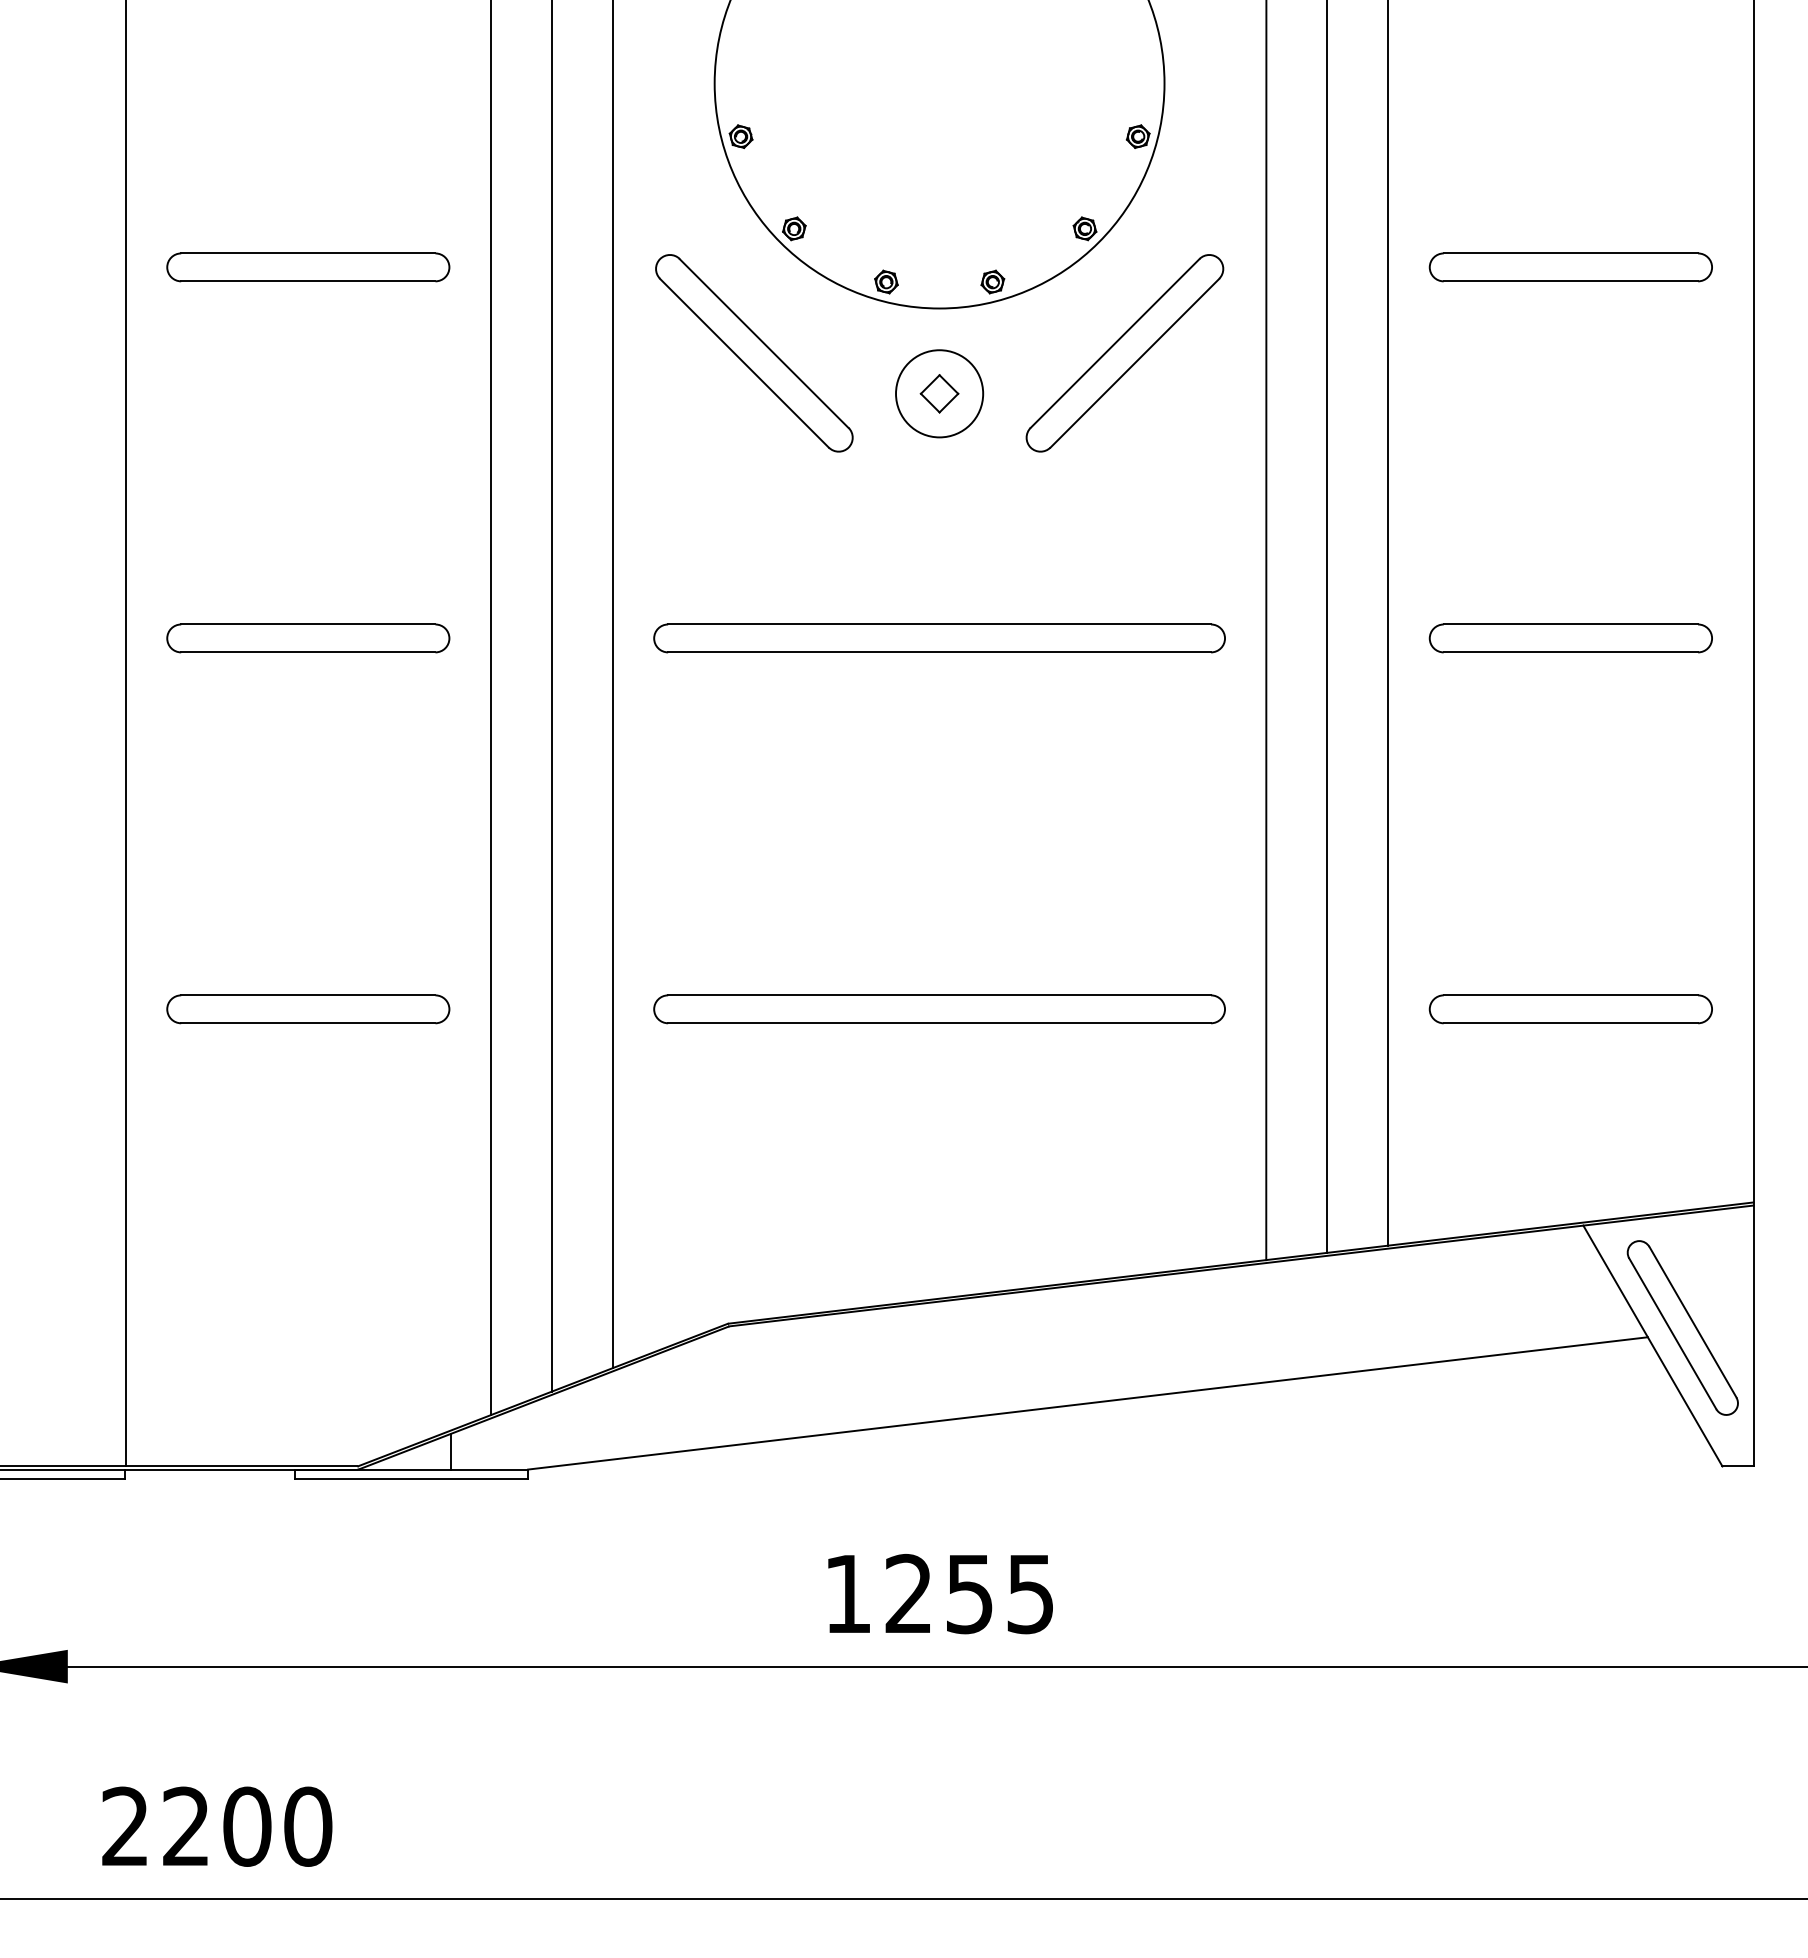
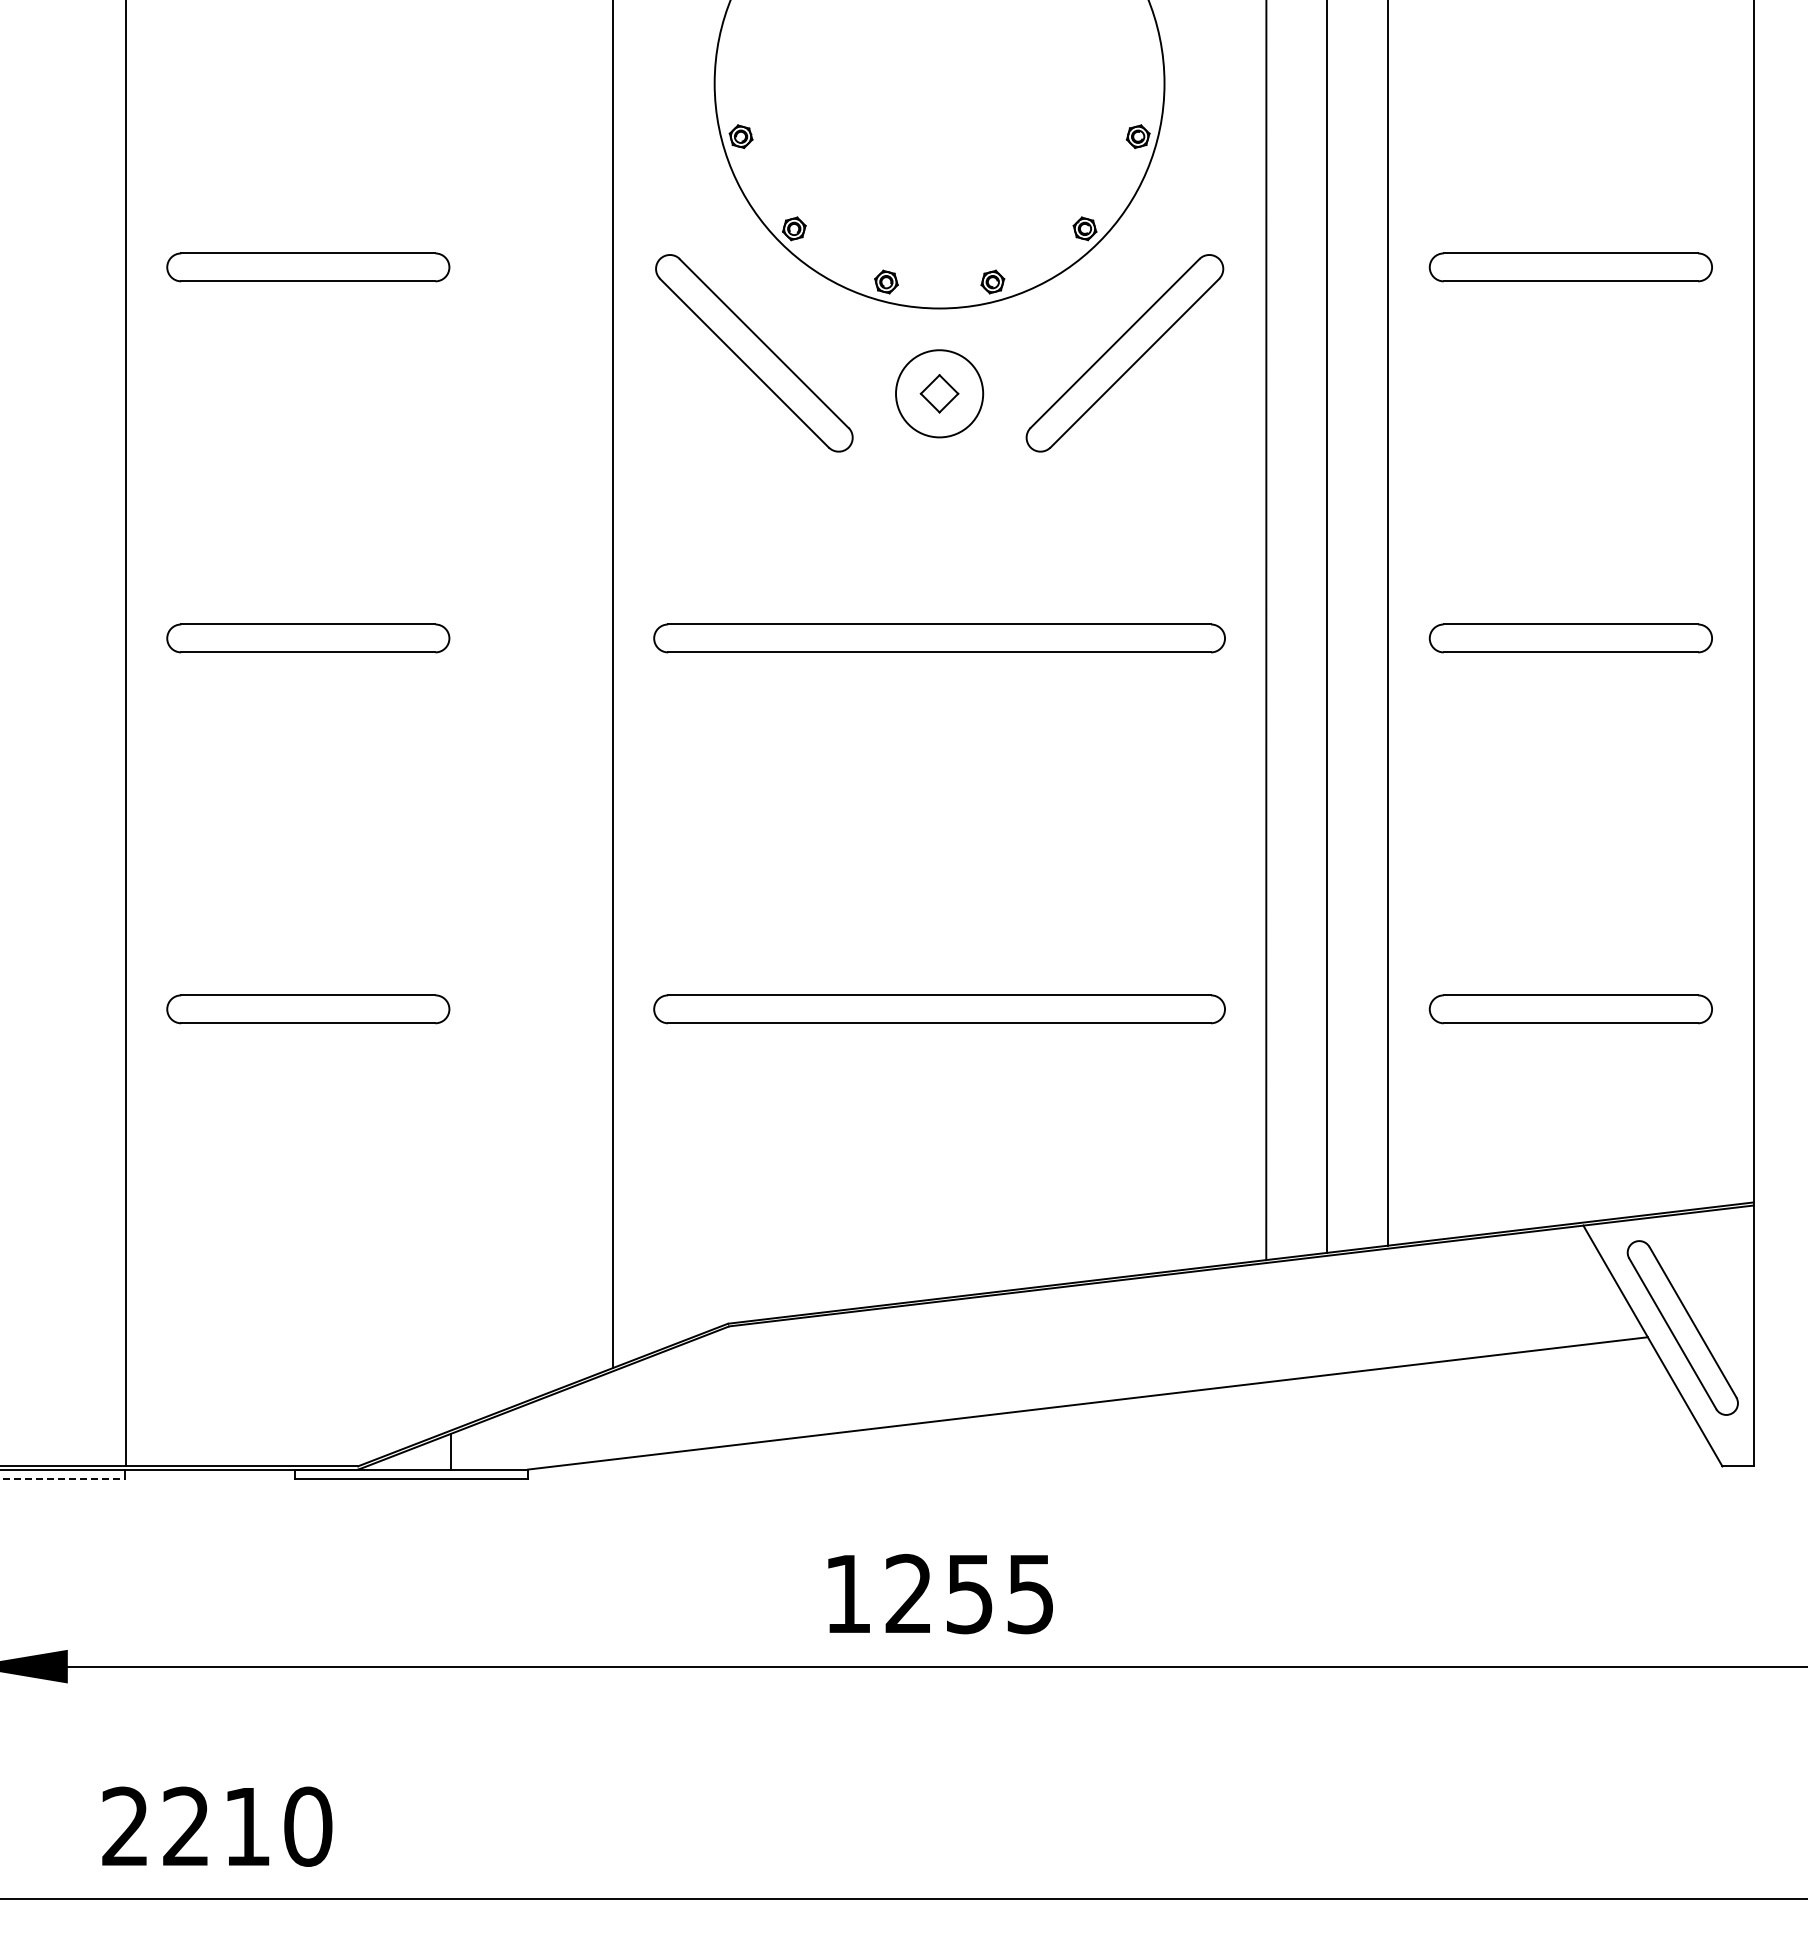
line at (551, 696): present -> none
line at (490, 708): present -> none
line at (63, 1478): solid -> dashed
text at (247, 1826): 2200 -> 2210
